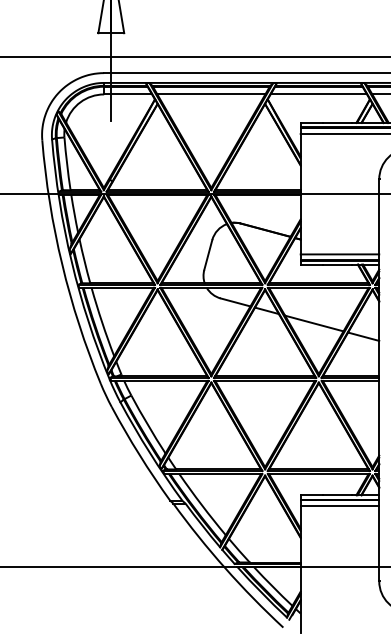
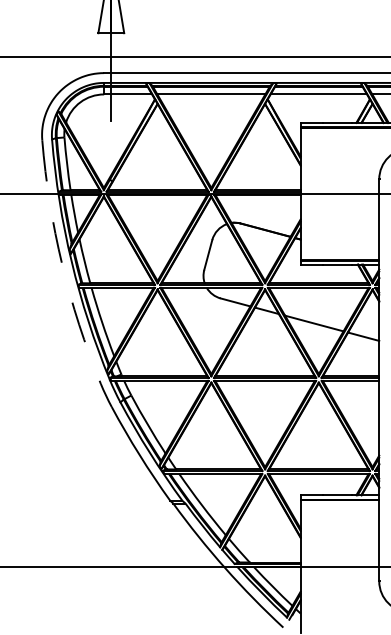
line at (343, 133): present -> none
line at (339, 254): present -> none
arc at (62, 264): solid -> dashed
line at (339, 506): present -> none
